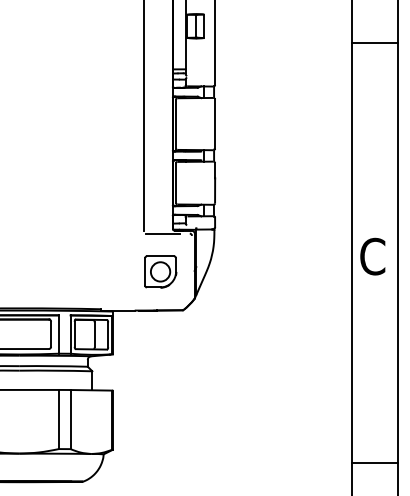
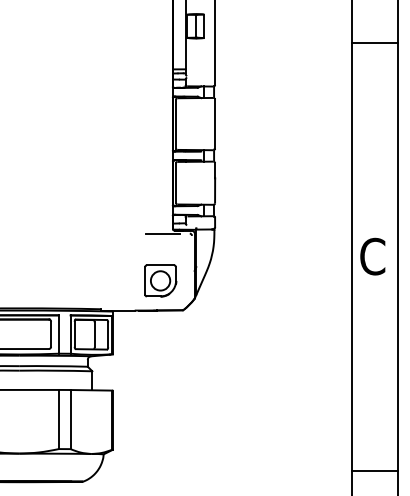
line at (144, 116): present -> none
part at (160, 271) position: (160, 271) -> (160, 280)
line at (374, 462) position: (374, 462) -> (374, 470)
